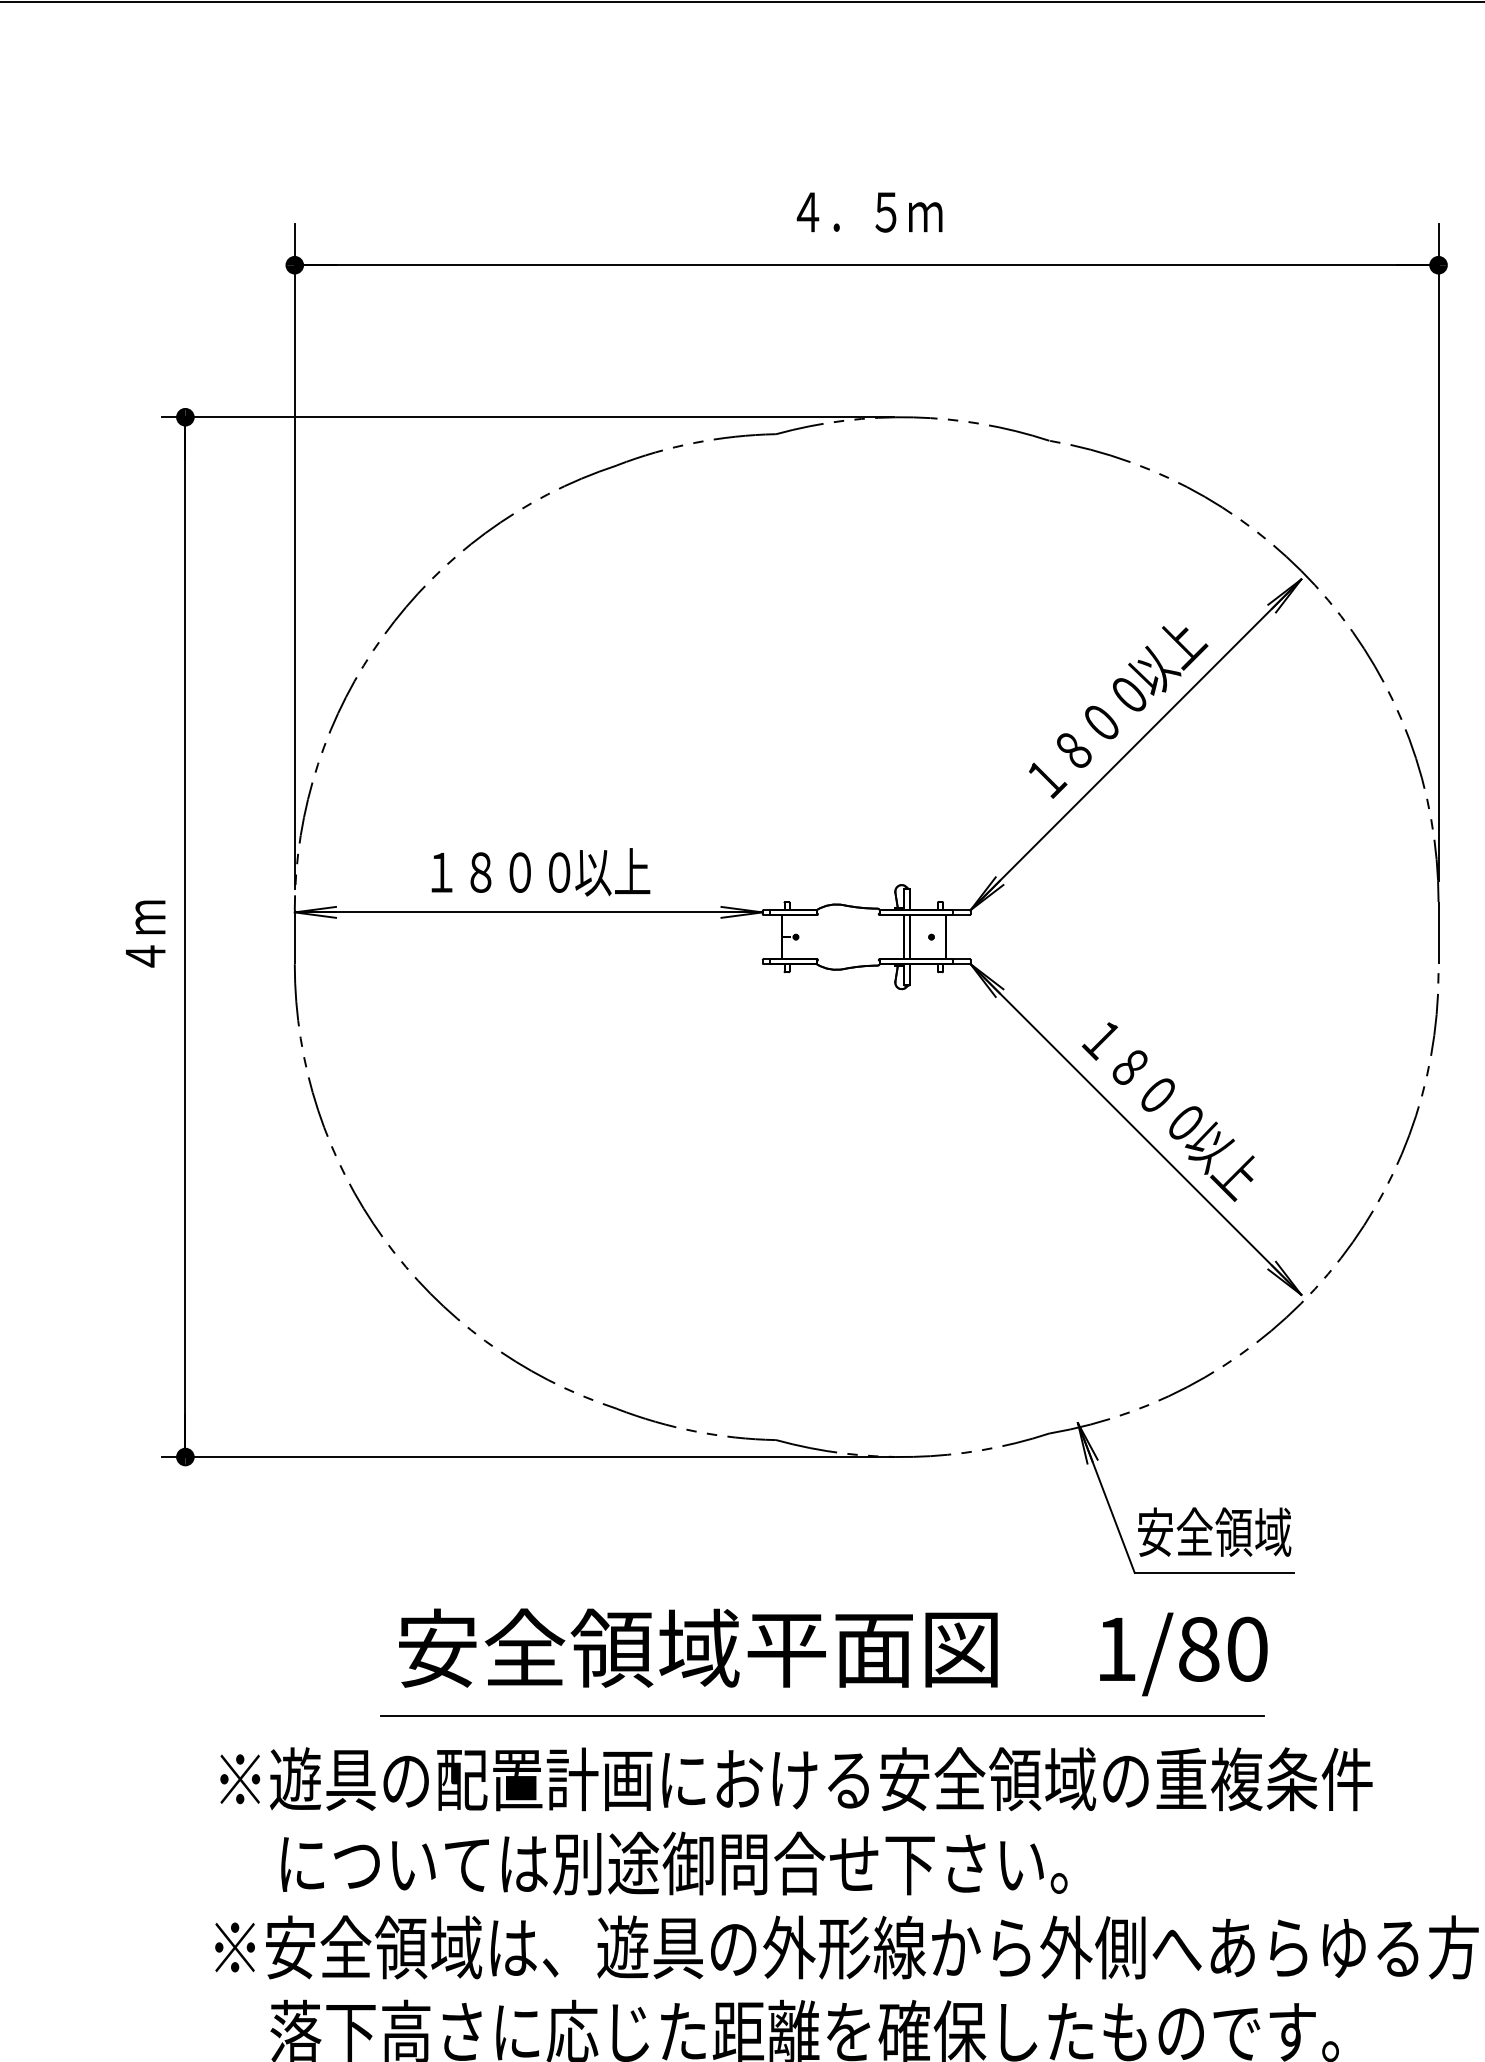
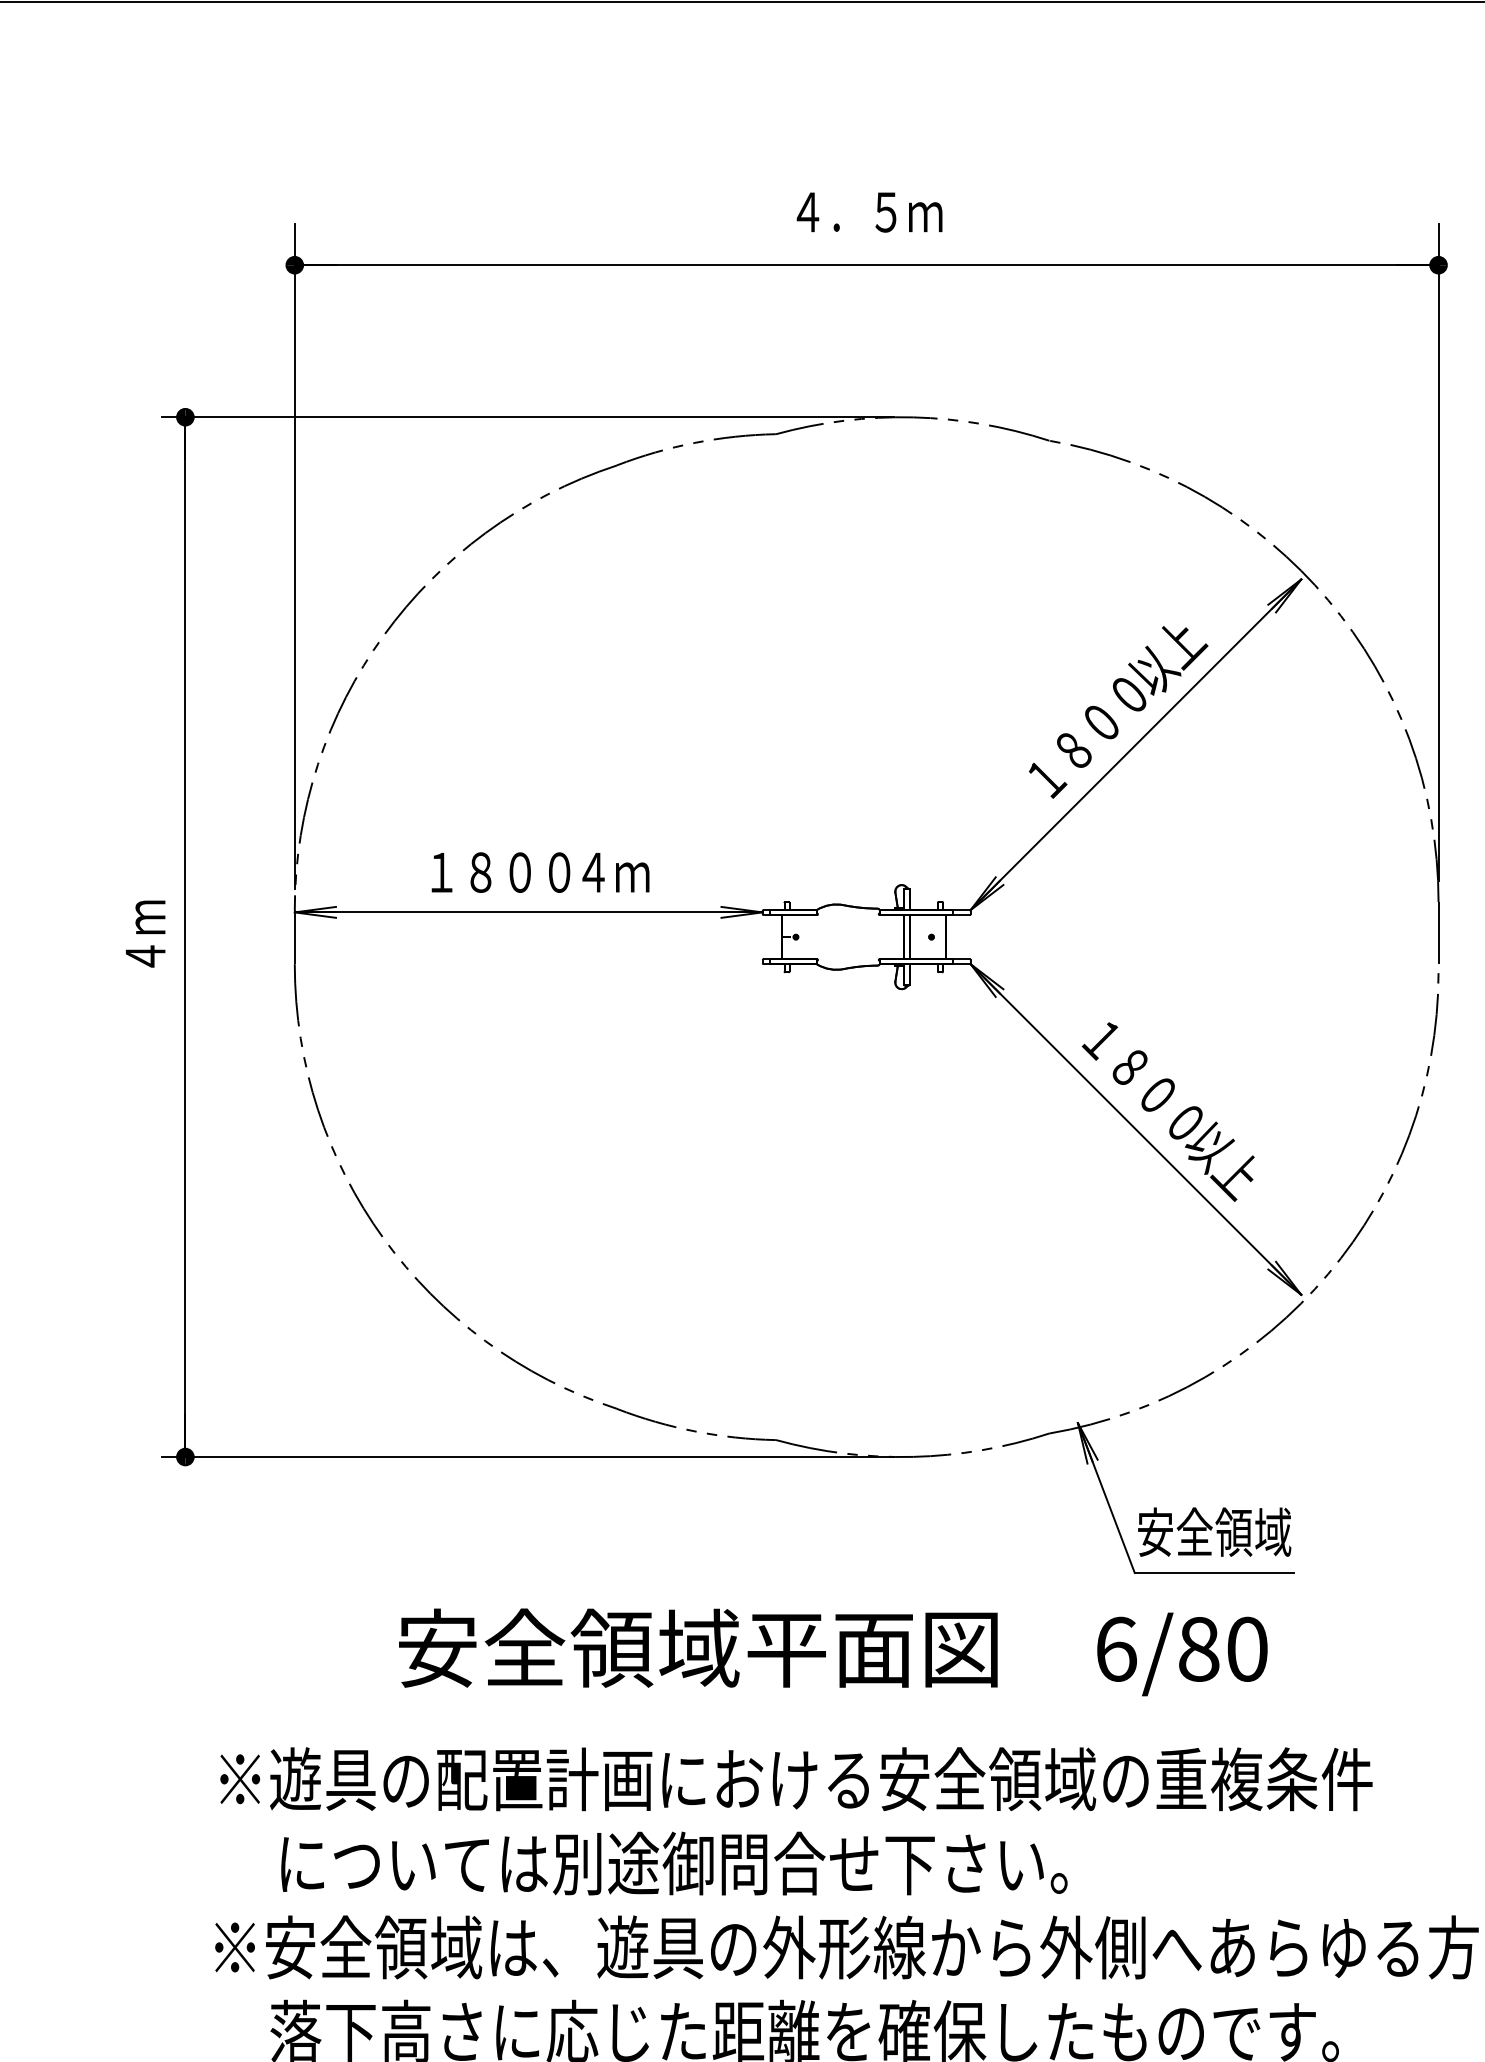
text at (612, 872): 以上 -> ４ｍ
text at (1116, 1648): 1/80 -> 6/80
line at (822, 1716): present -> none
